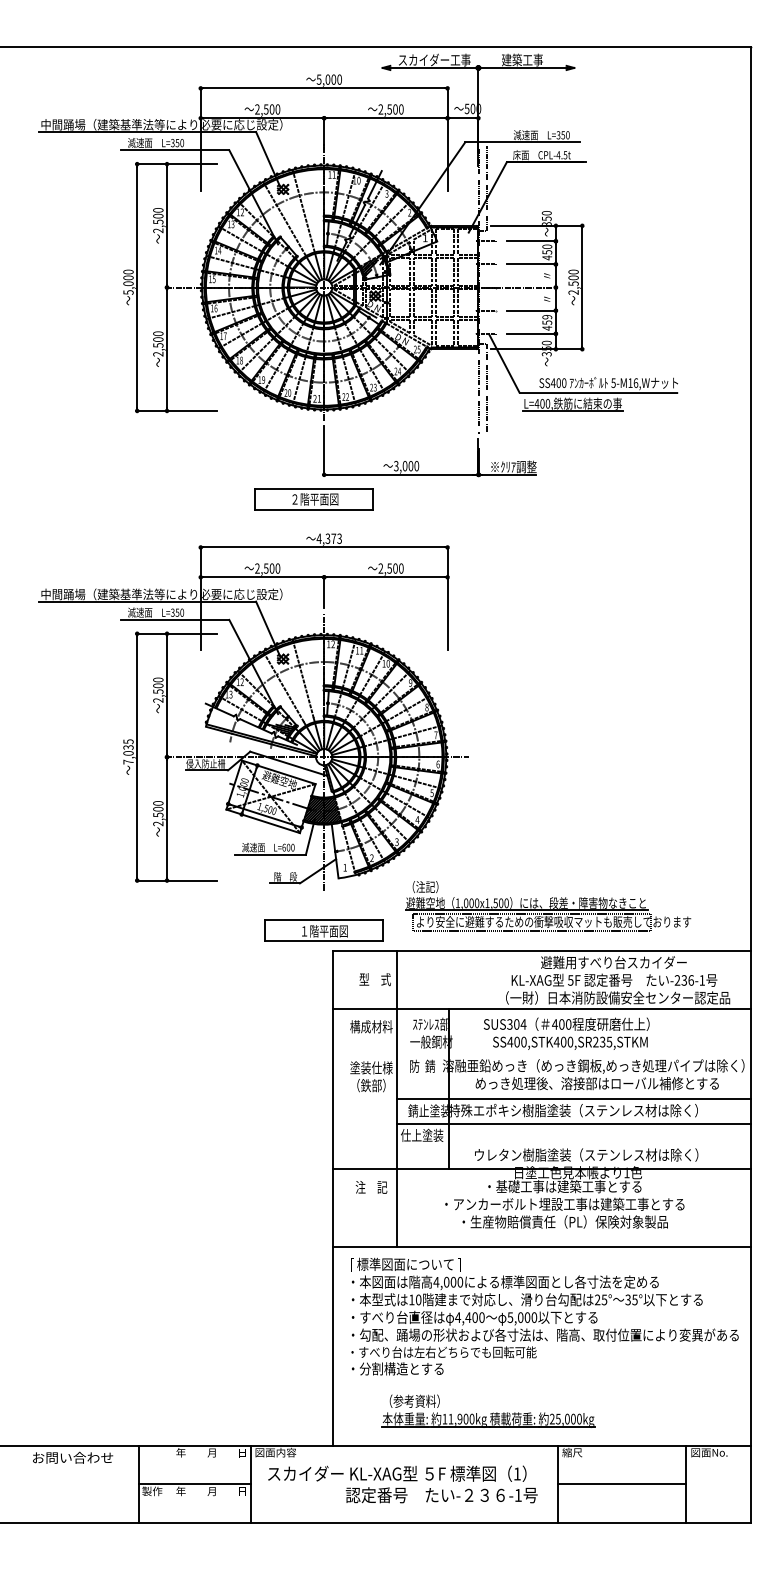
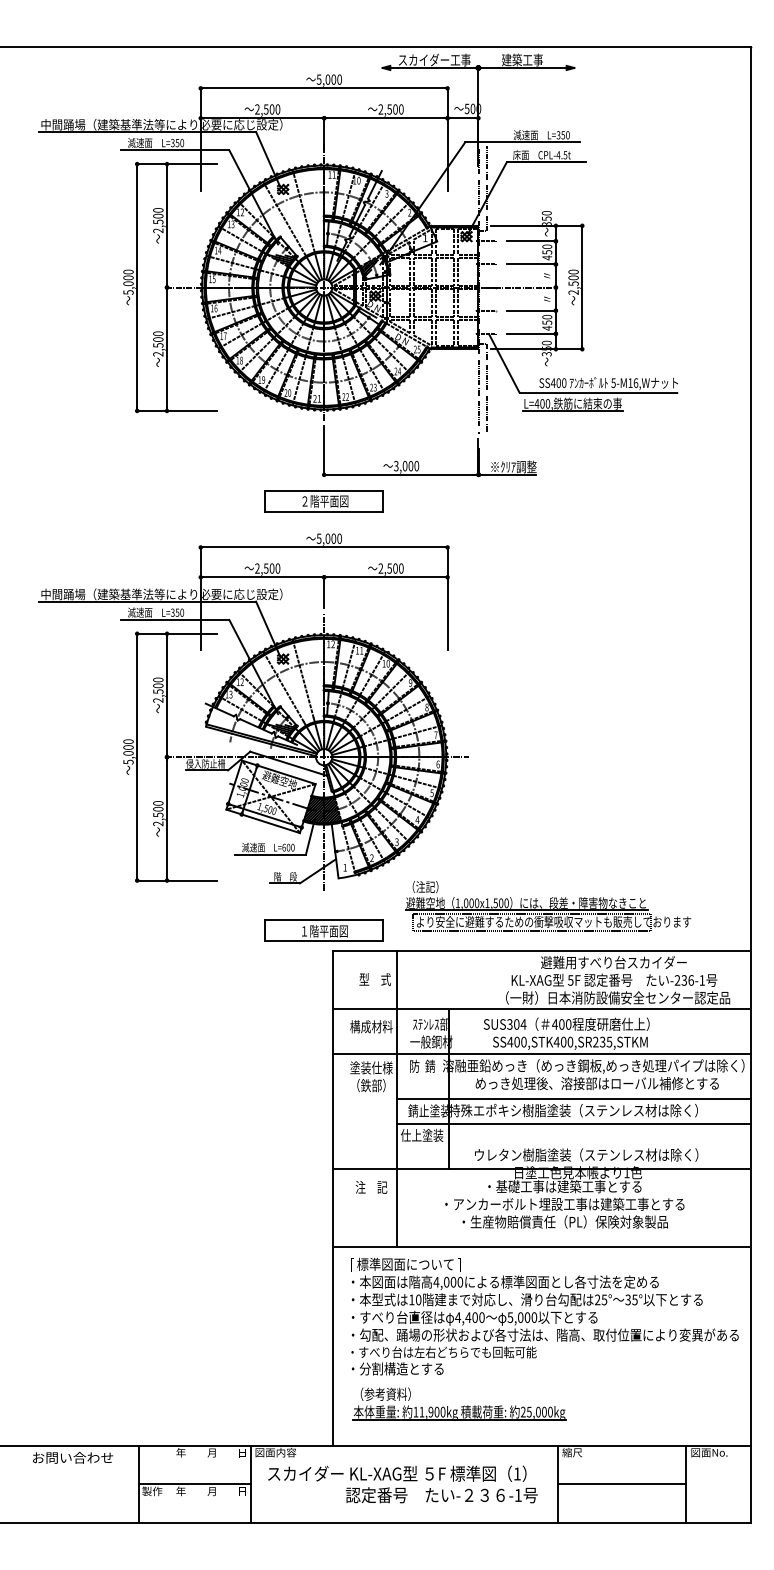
hatch at (466, 236): none -> present
hatch at (281, 252): none -> present
text at (547, 317): 459 -> 450
part at (313, 499) position: (313, 499) -> (323, 501)
text at (328, 538): 4,373 -> 5,000
text at (128, 751): 7,035 -> 5,000
line at (541, 1053): none -> present
part at (488, 1410) position: (488, 1410) -> (459, 1403)
